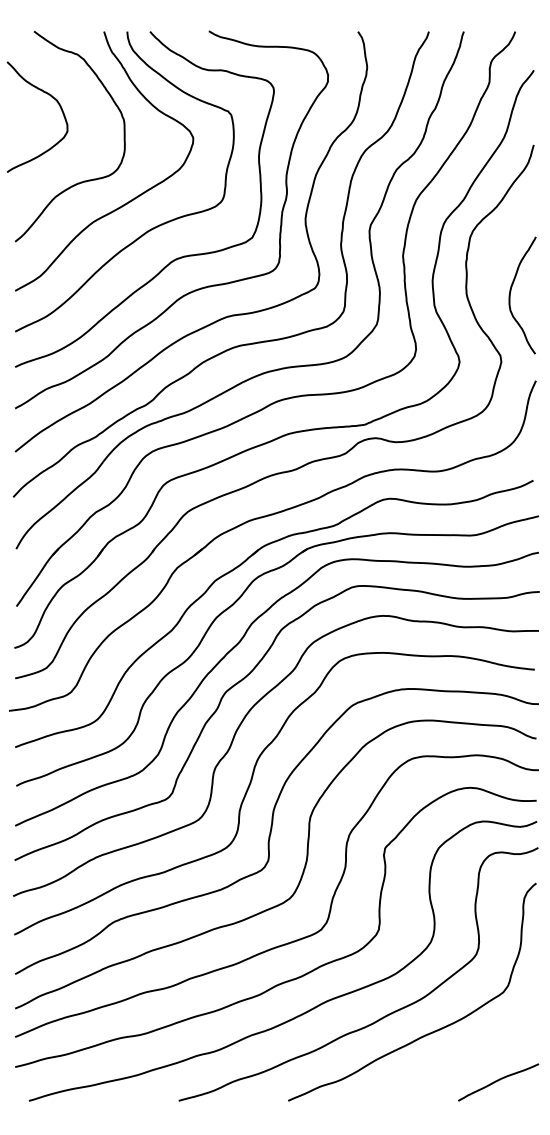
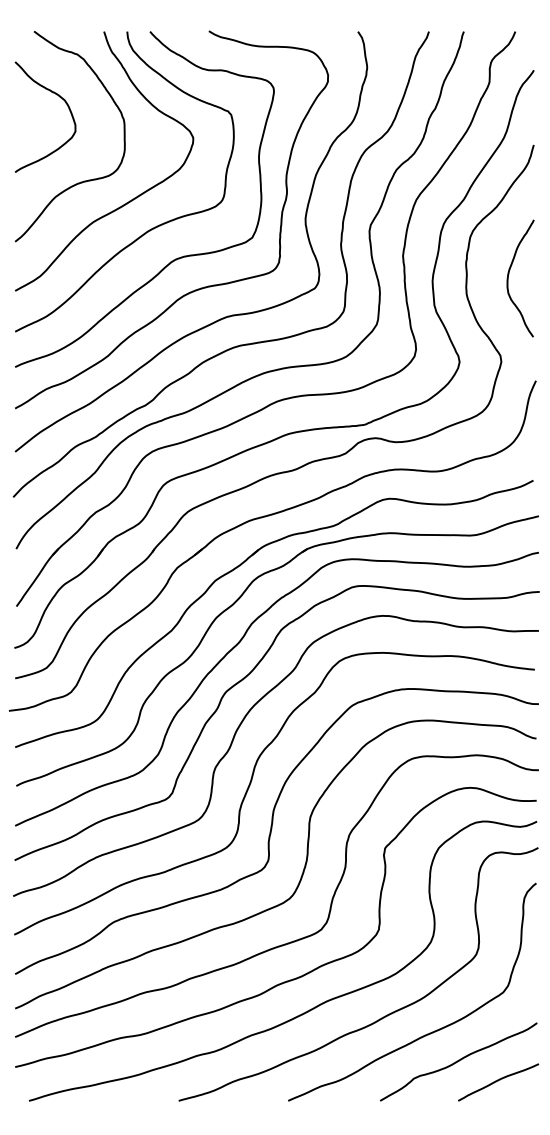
curve at (52, 98) position: (52, 98) -> (60, 98)
curve at (511, 291) position: (511, 291) -> (509, 274)
curve at (458, 1061): none -> present
